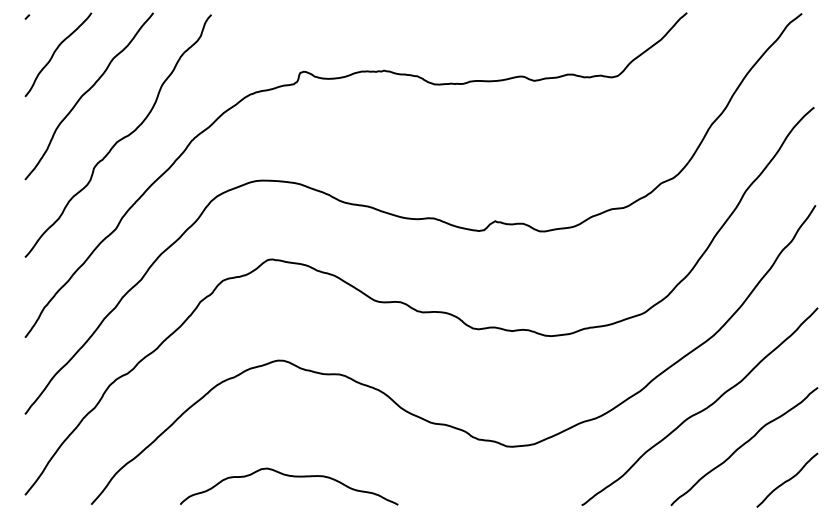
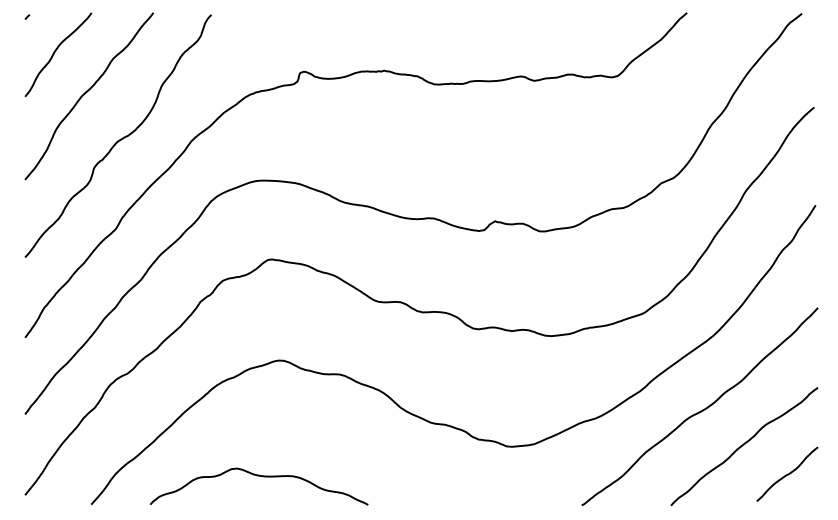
curve at (293, 477) position: (293, 477) -> (263, 477)
curve at (787, 479) position: (787, 479) -> (787, 473)
